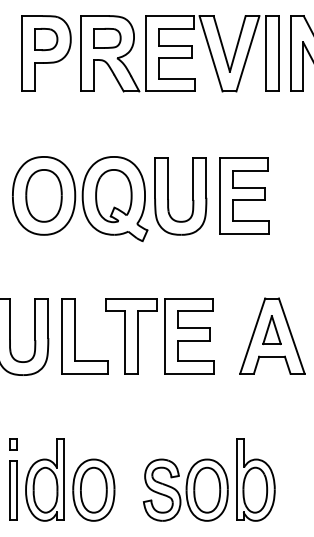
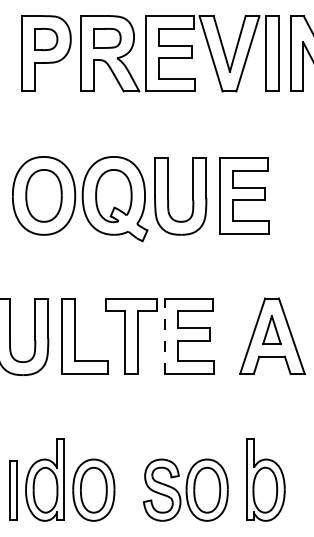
line at (165, 336): solid -> dashed
part at (13, 444): present -> none
part at (255, 479) position: (255, 479) -> (265, 479)
